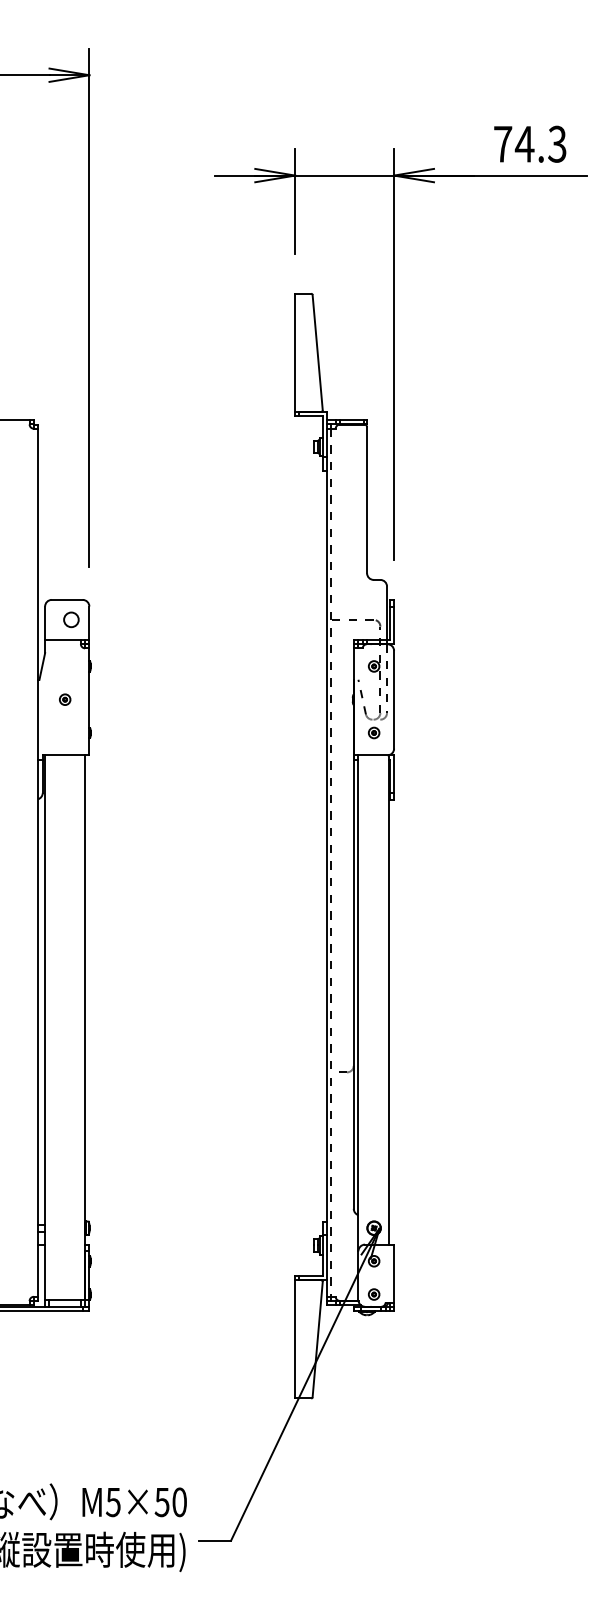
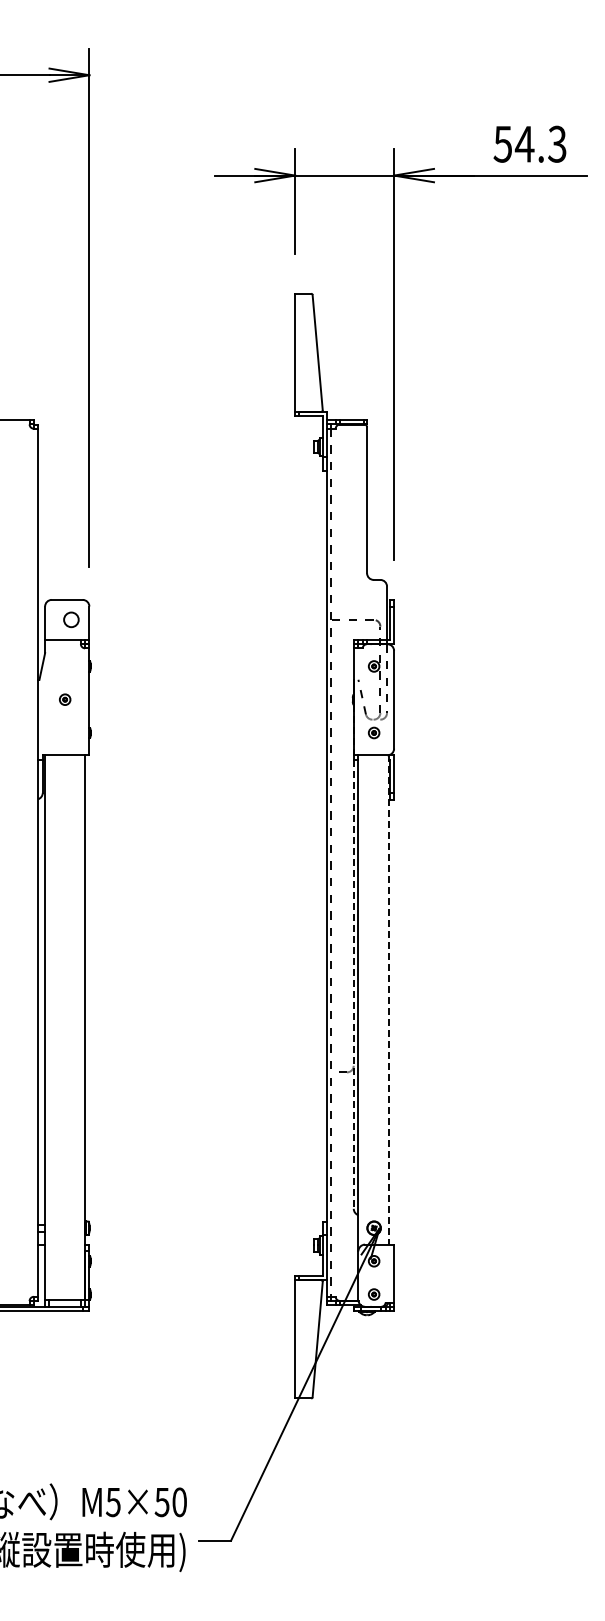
text at (502, 144): 74.3 -> 54.3
line at (353, 956): solid -> dashed
line at (389, 999): solid -> dashed
